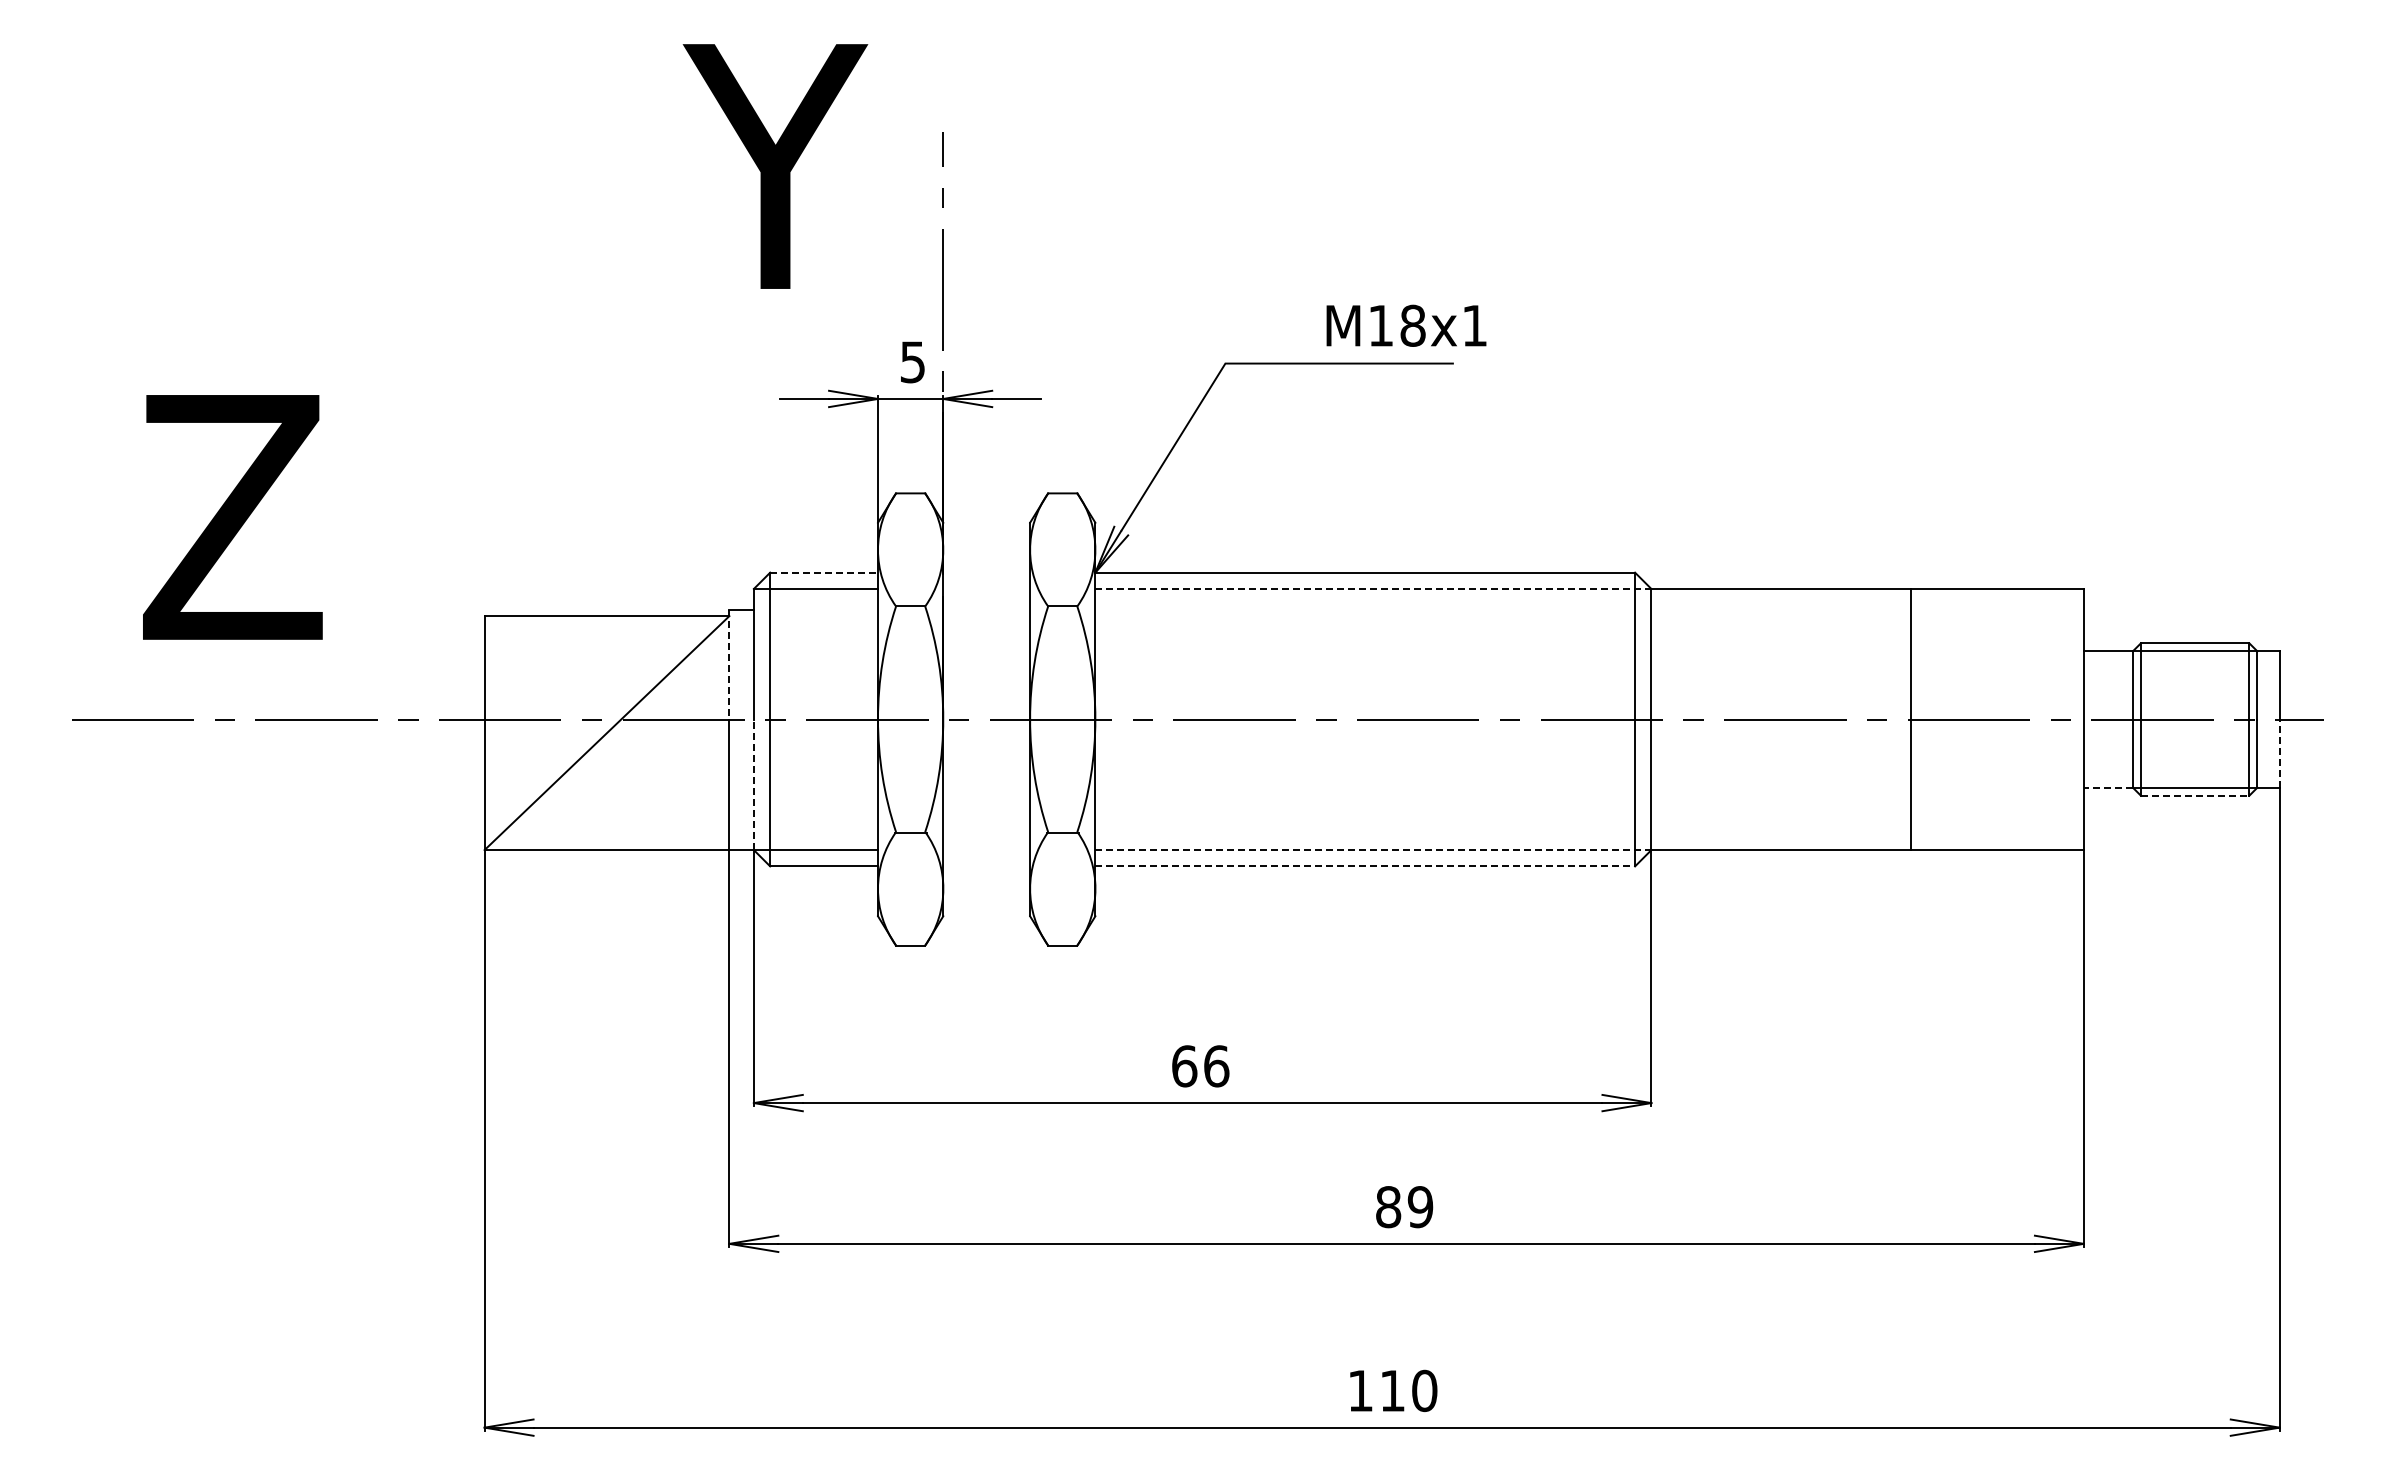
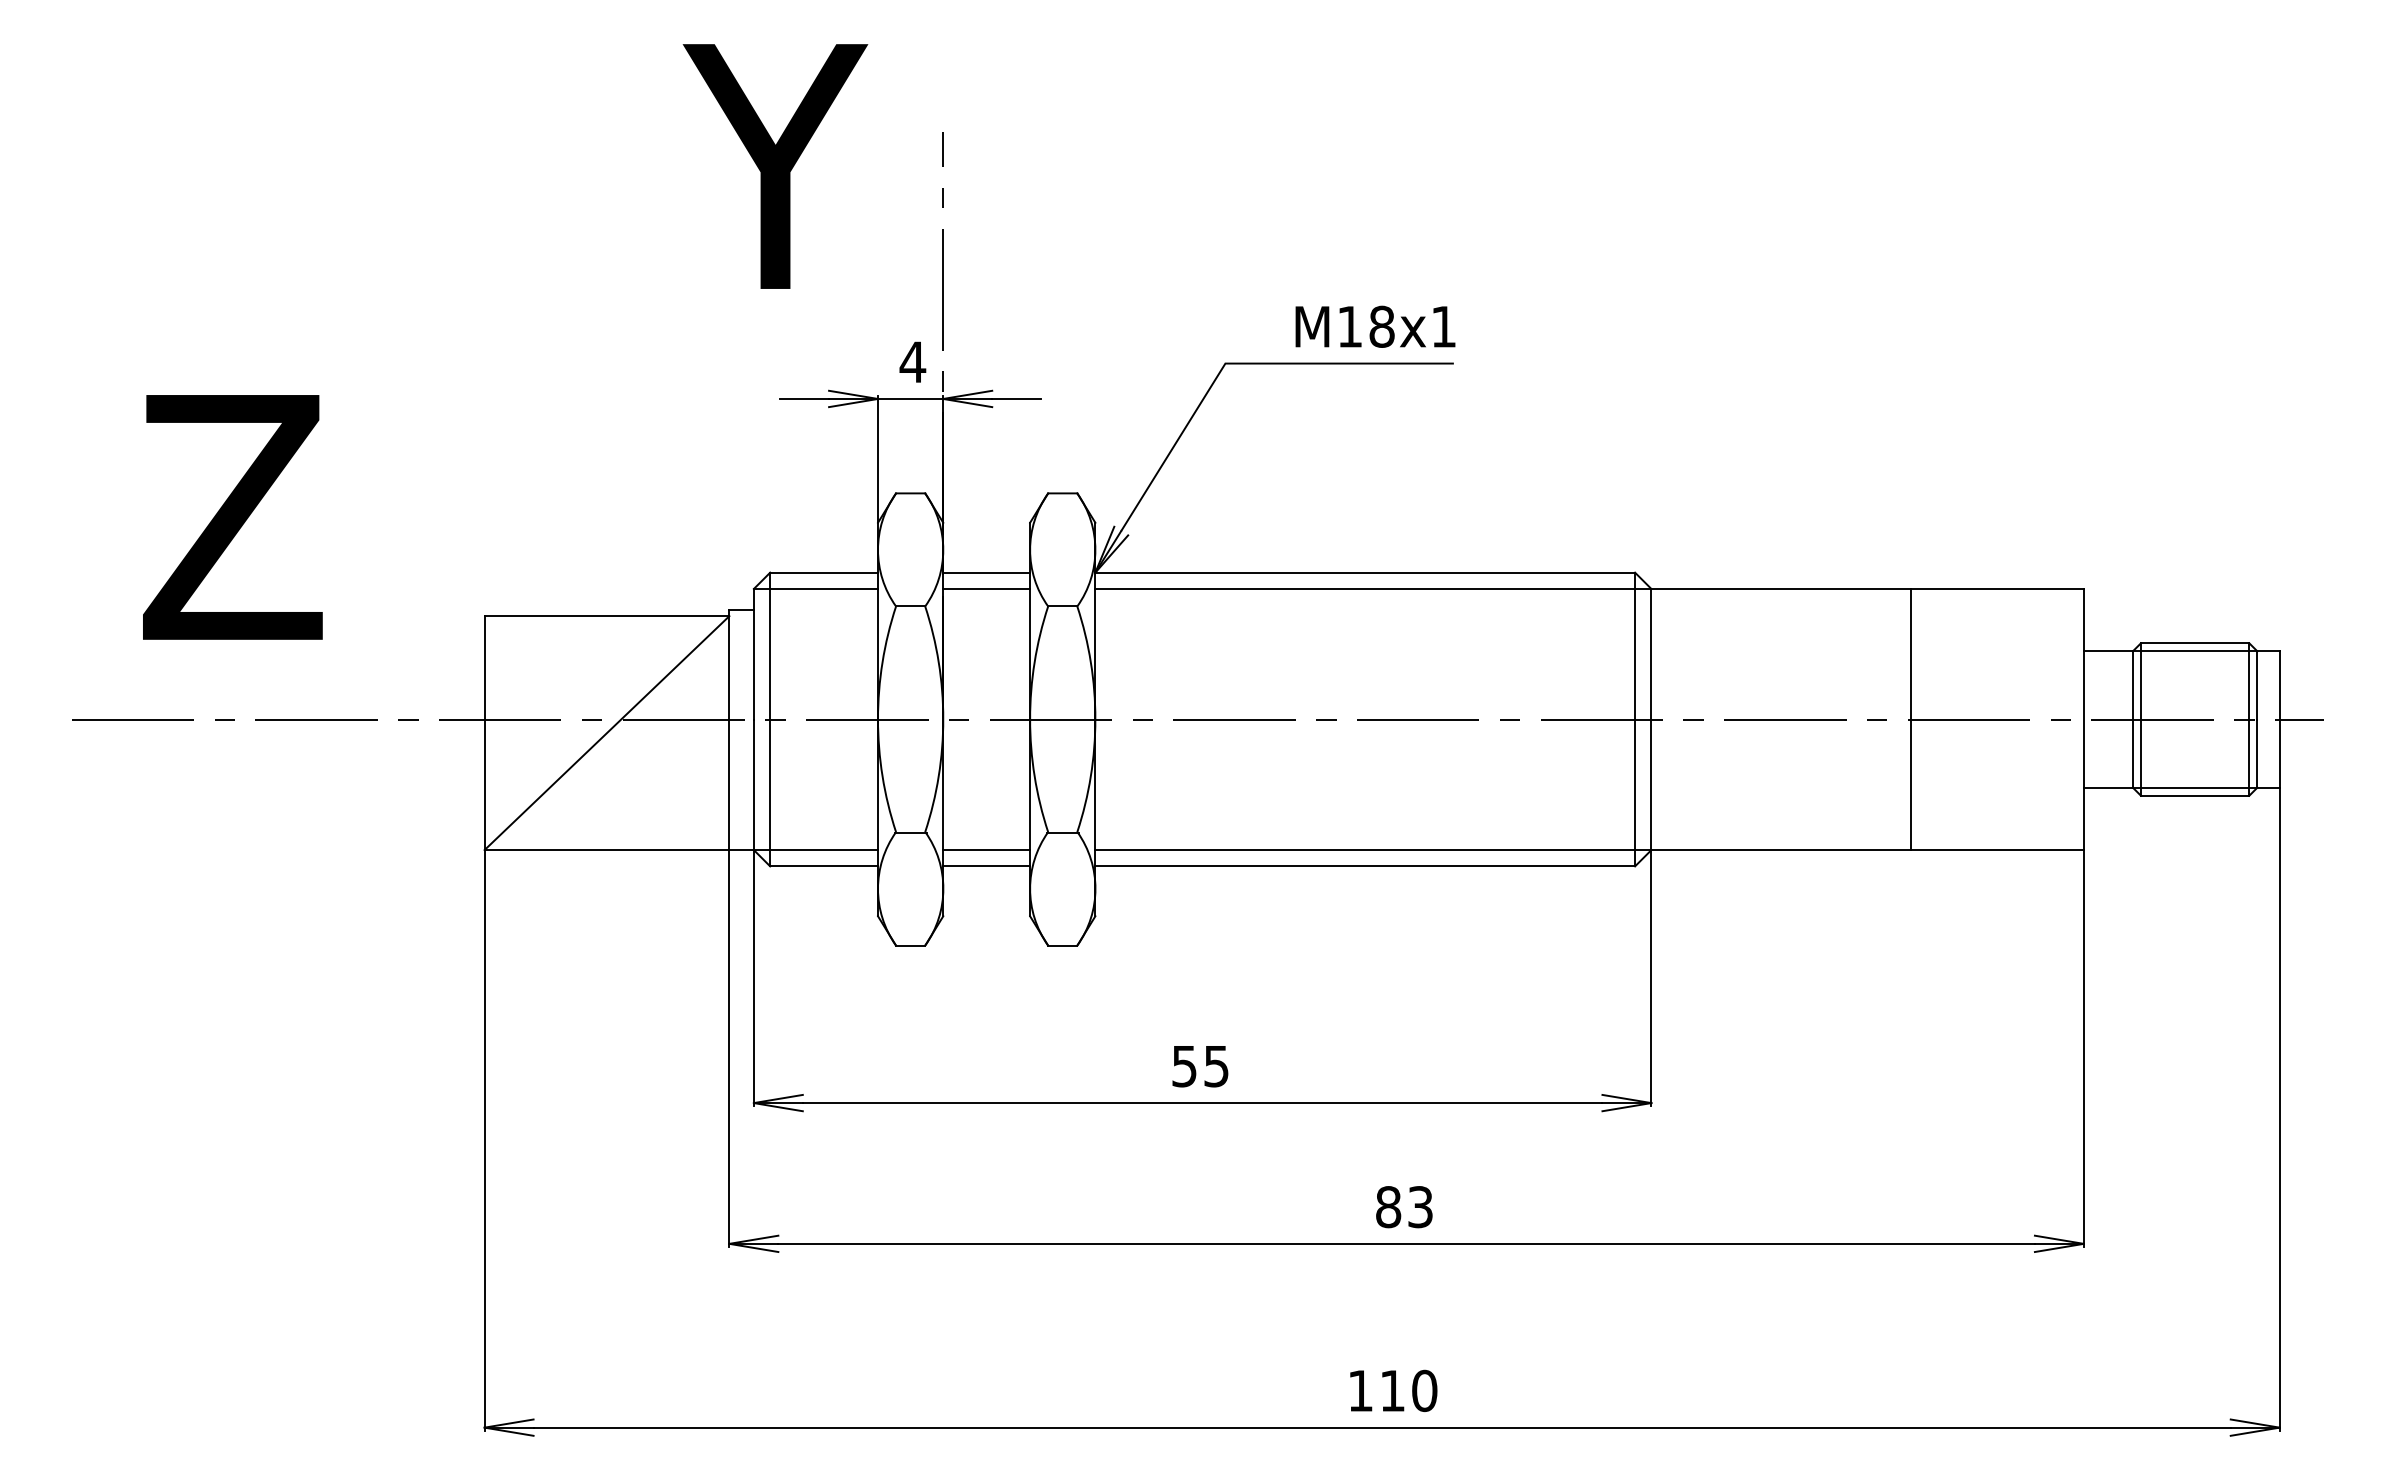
text at (1406, 325) position: (1406, 325) -> (1375, 326)
text at (912, 362): 5 -> 4
line at (824, 572): dashed -> solid
line at (986, 572): none -> present
line at (986, 588): none -> present
line at (1373, 588): dashed -> solid
line at (729, 664): dashed -> solid
line at (2279, 753): dashed -> solid
line at (753, 784): dashed -> solid
line at (2107, 787): dashed -> solid
line at (2195, 795): dashed -> solid
line at (986, 850): none -> present
line at (1373, 850): dashed -> solid
line at (986, 866): none -> present
line at (1365, 866): dashed -> solid
text at (1200, 1066): 66 -> 55
text at (1420, 1207): 89 -> 83
